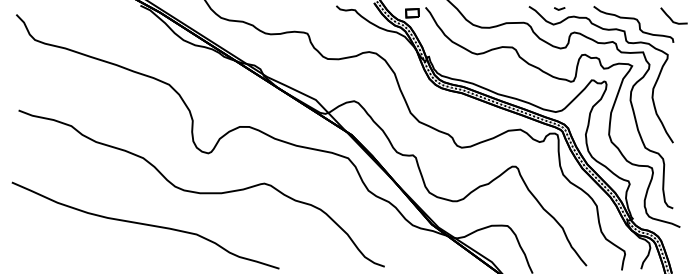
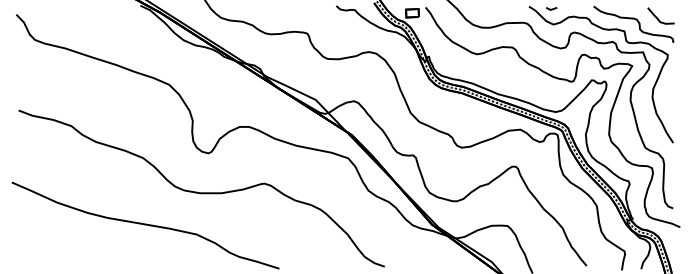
line at (559, 8) position: (559, 8) -> (551, 8)
curve at (670, 17) position: (670, 17) -> (657, 17)
